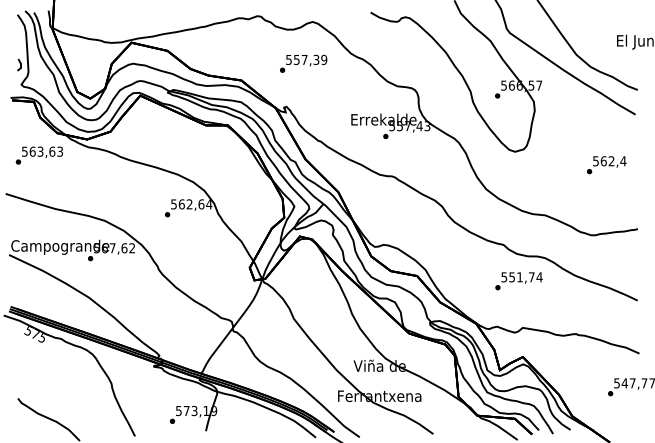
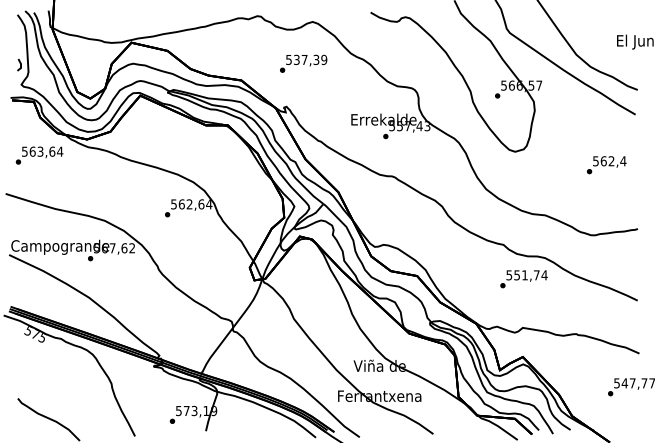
text at (296, 59): 557,39 -> 537,39
text at (59, 151): 563,63 -> 563,64
text at (518, 281) position: (518, 281) -> (523, 279)
